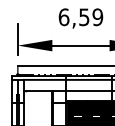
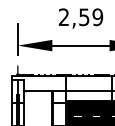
text at (63, 17): 6,59 -> 2,59
line at (64, 65): present -> none
line at (67, 79): present -> none
